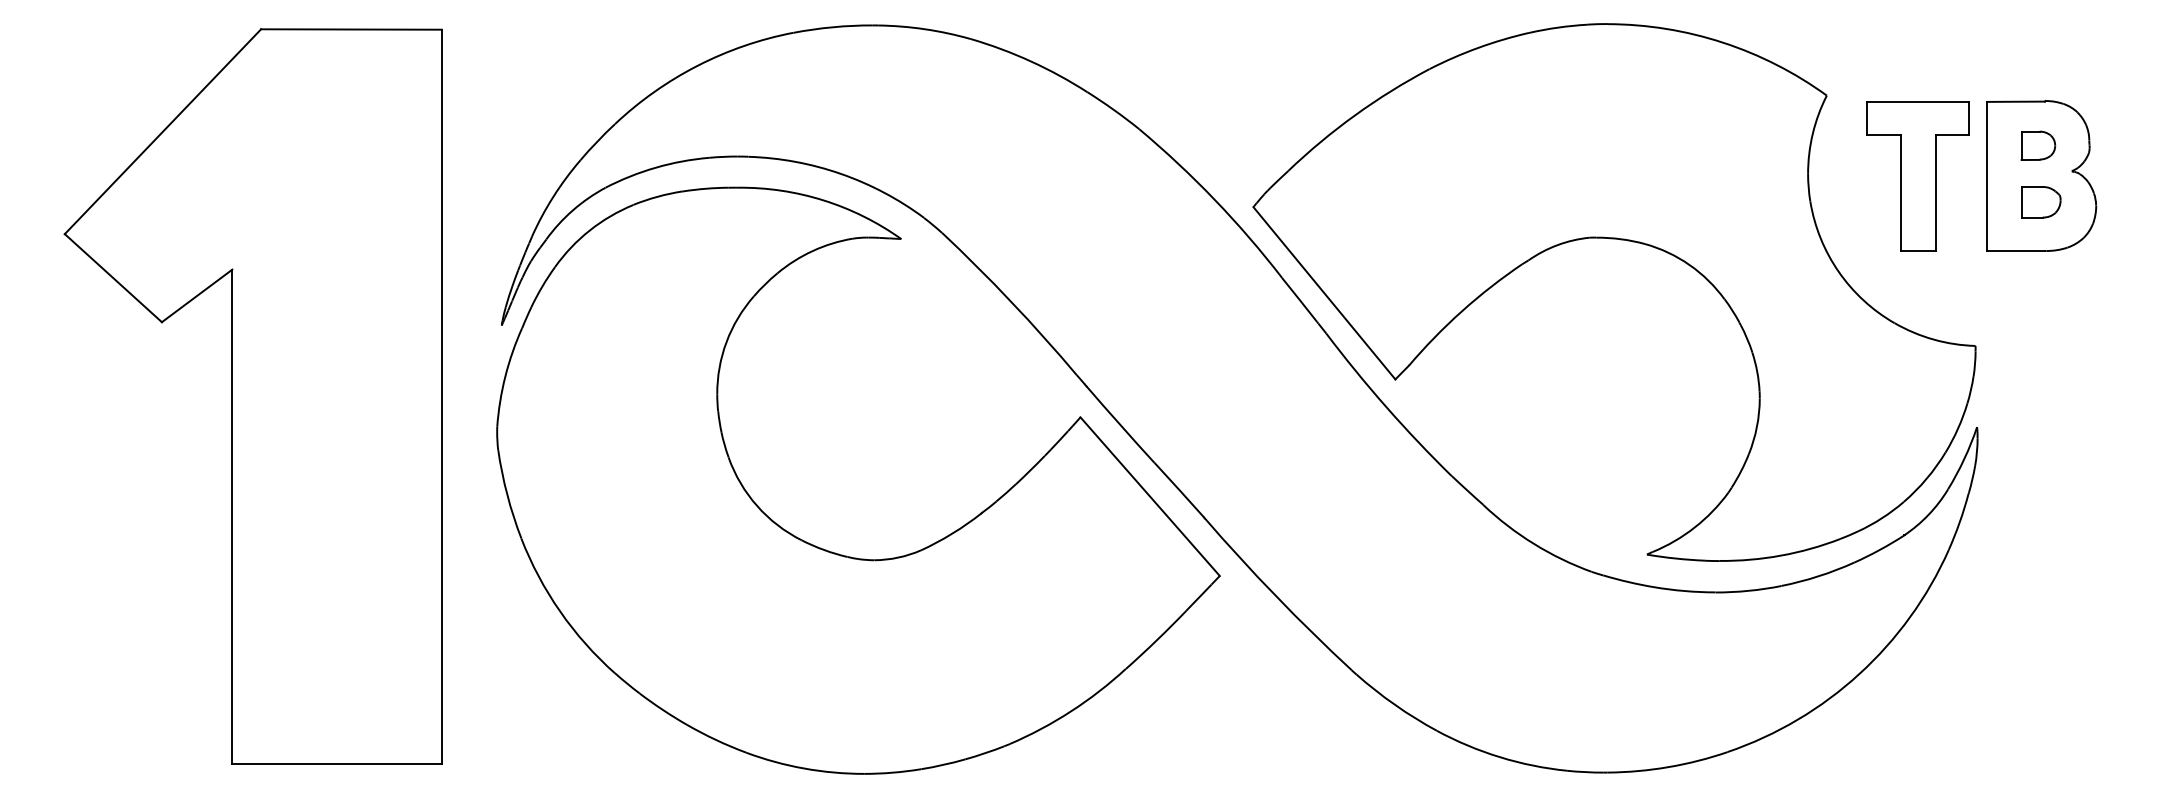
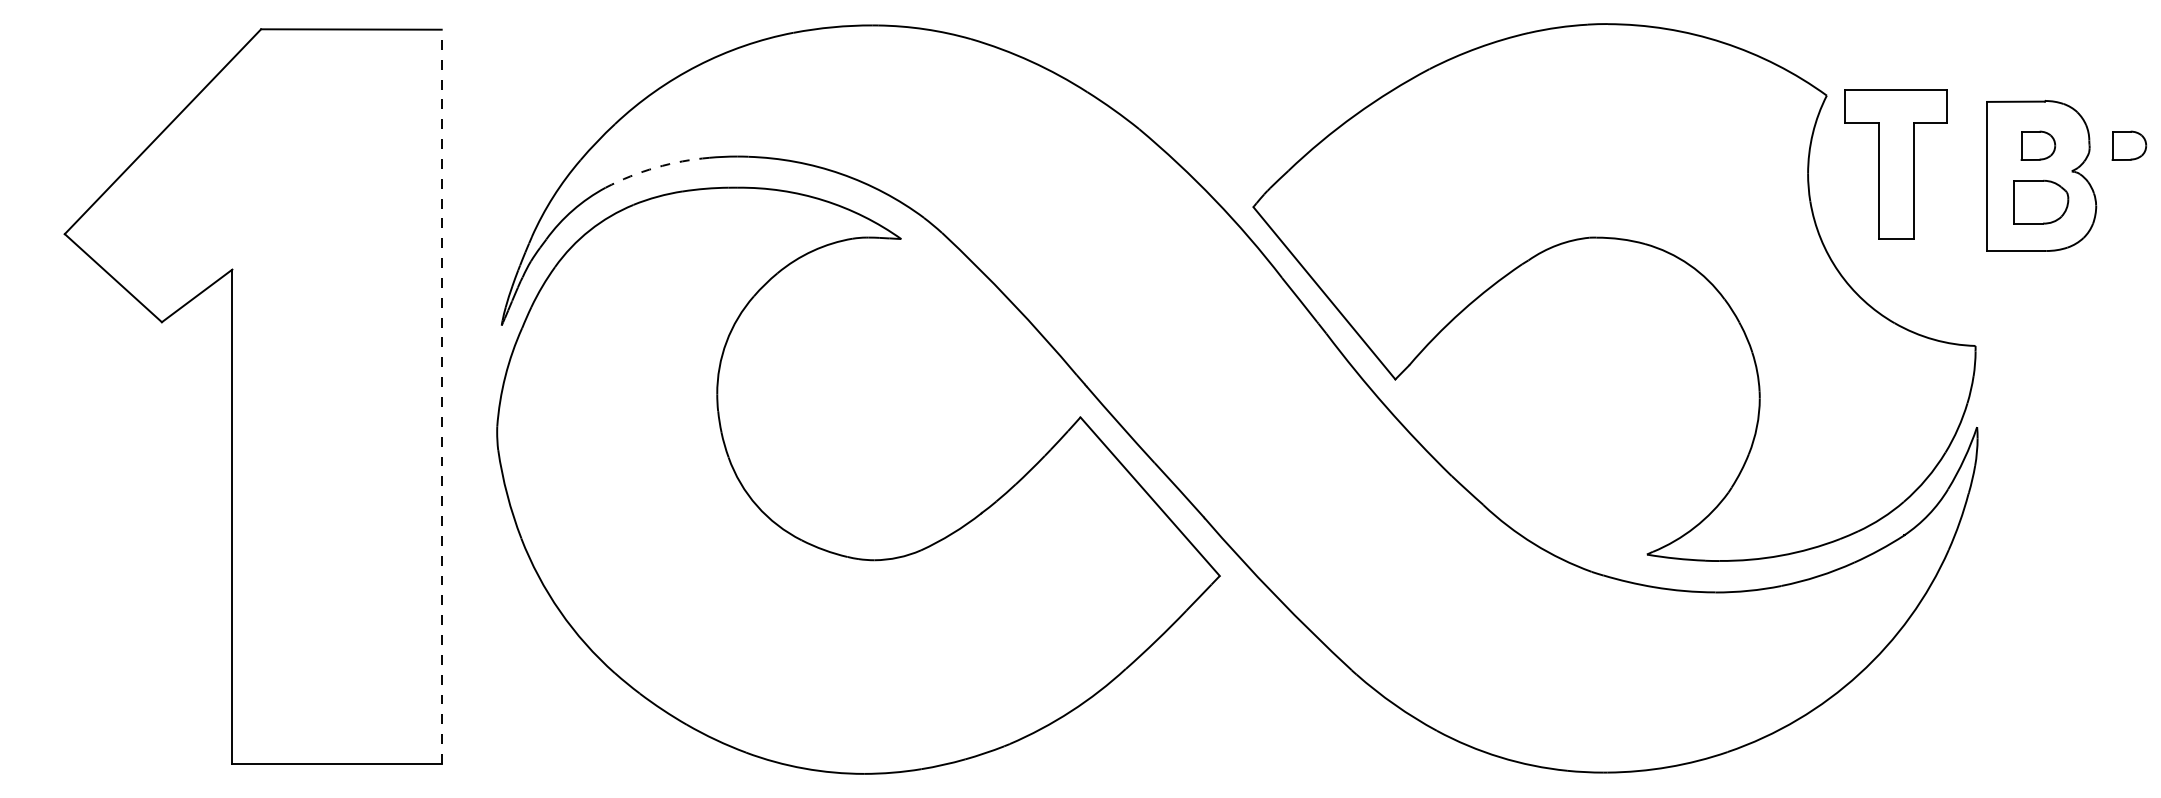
part at (2129, 145): none -> present
arc at (655, 167): solid -> dashed
part at (1917, 176) position: (1917, 176) -> (1895, 164)
part at (2041, 202) size: 41x33 px -> 57x46 px
line at (441, 396): solid -> dashed
